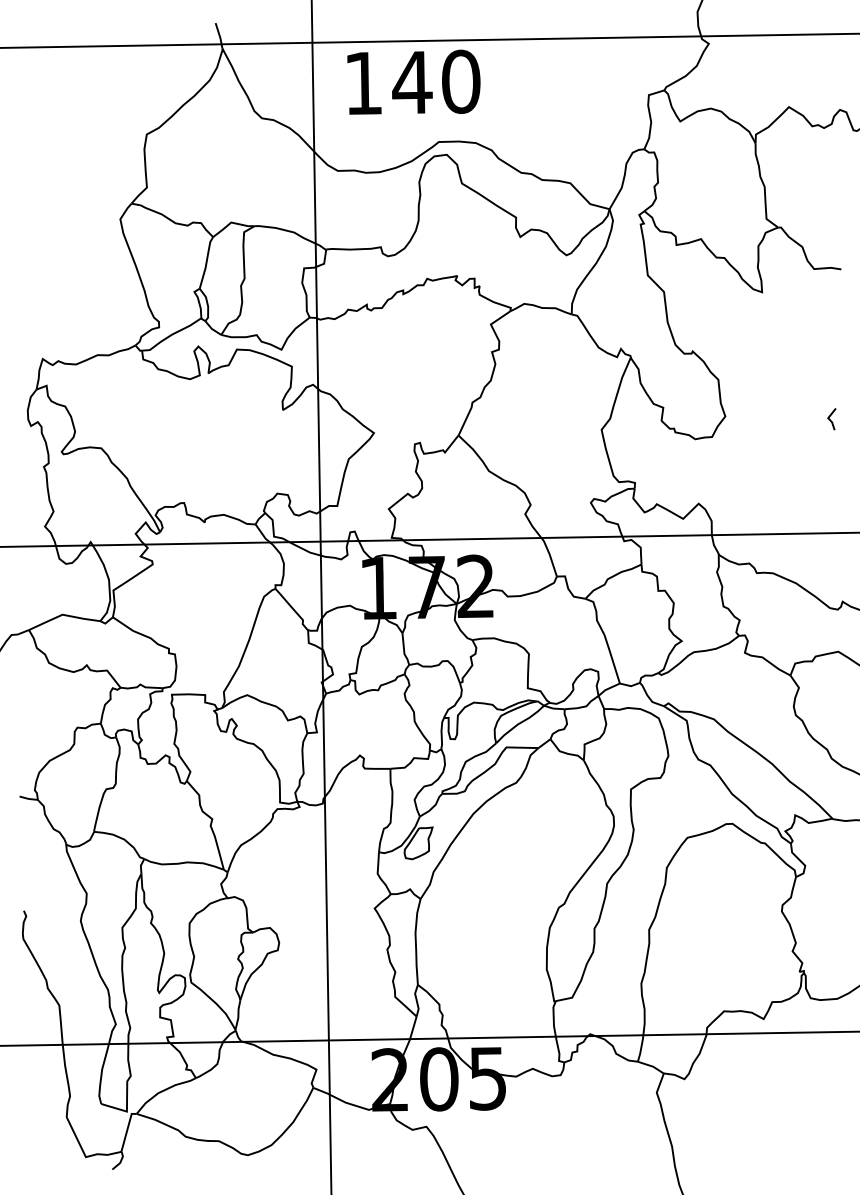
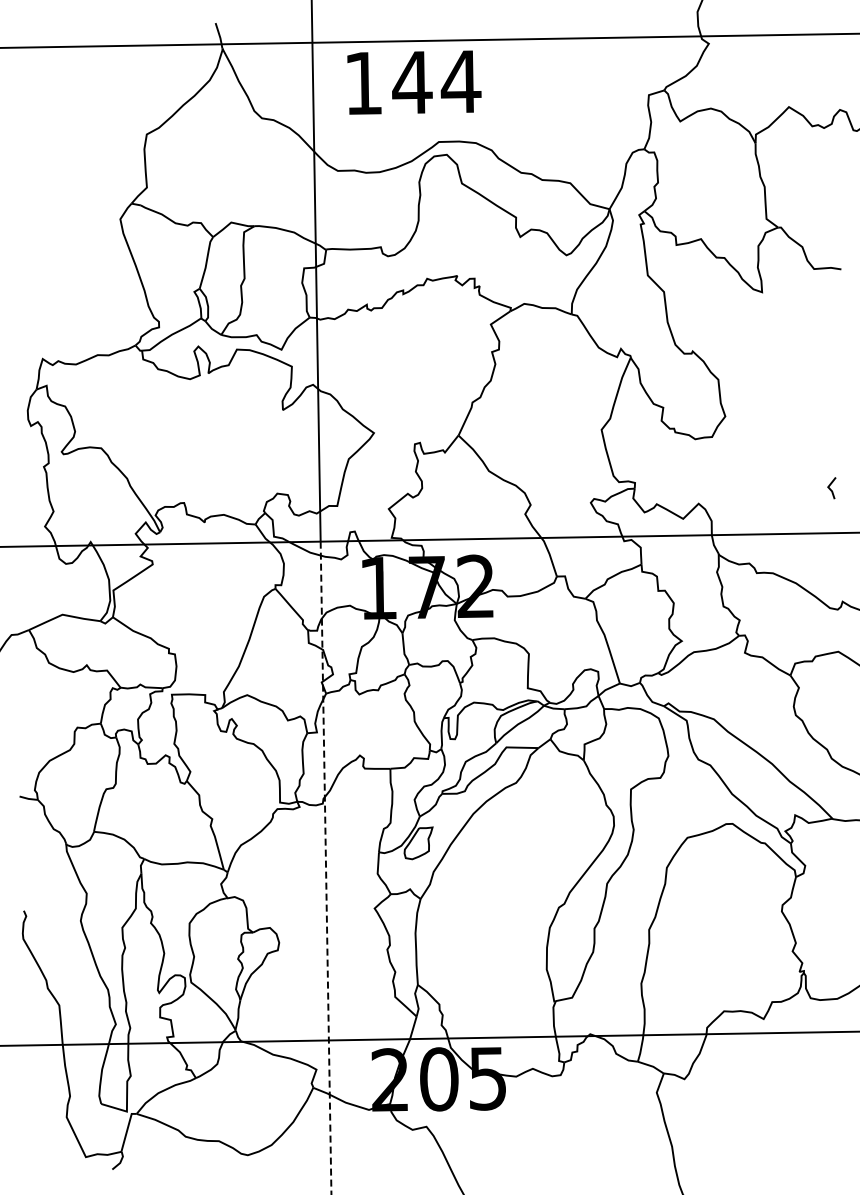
text at (460, 81): 140 -> 144
line at (830, 419) position: (830, 419) -> (830, 488)
line at (326, 868): solid -> dashed
